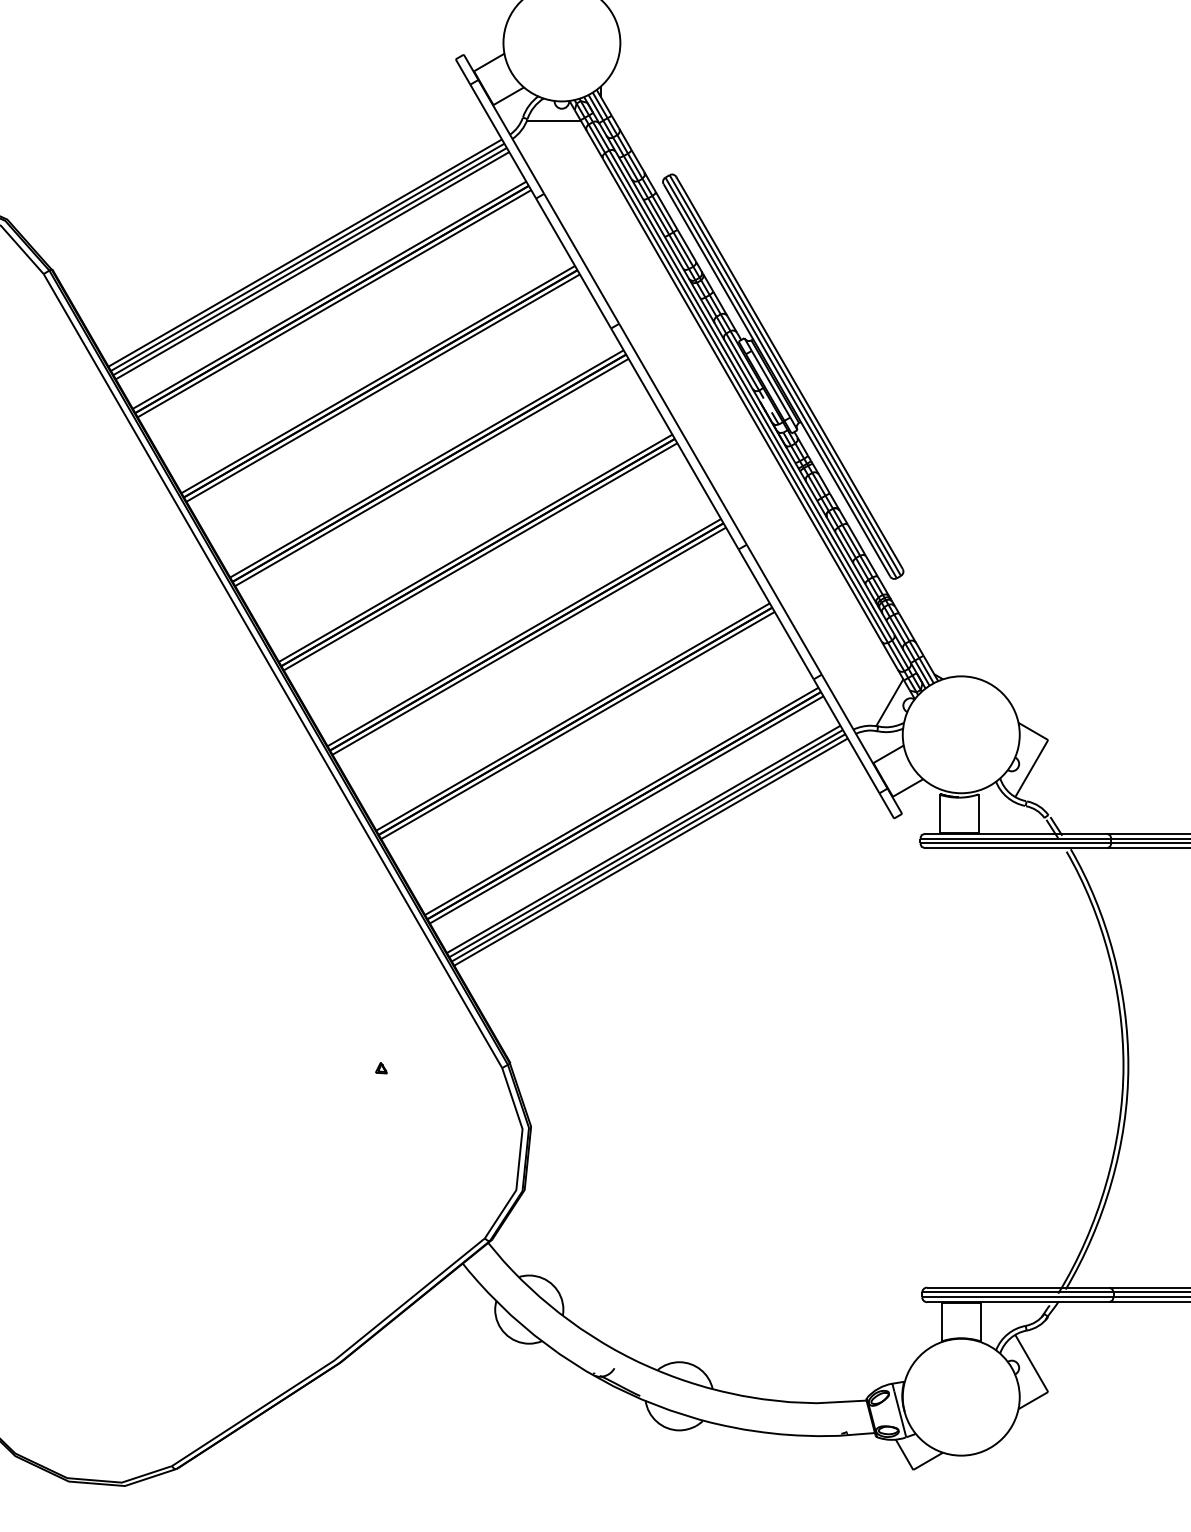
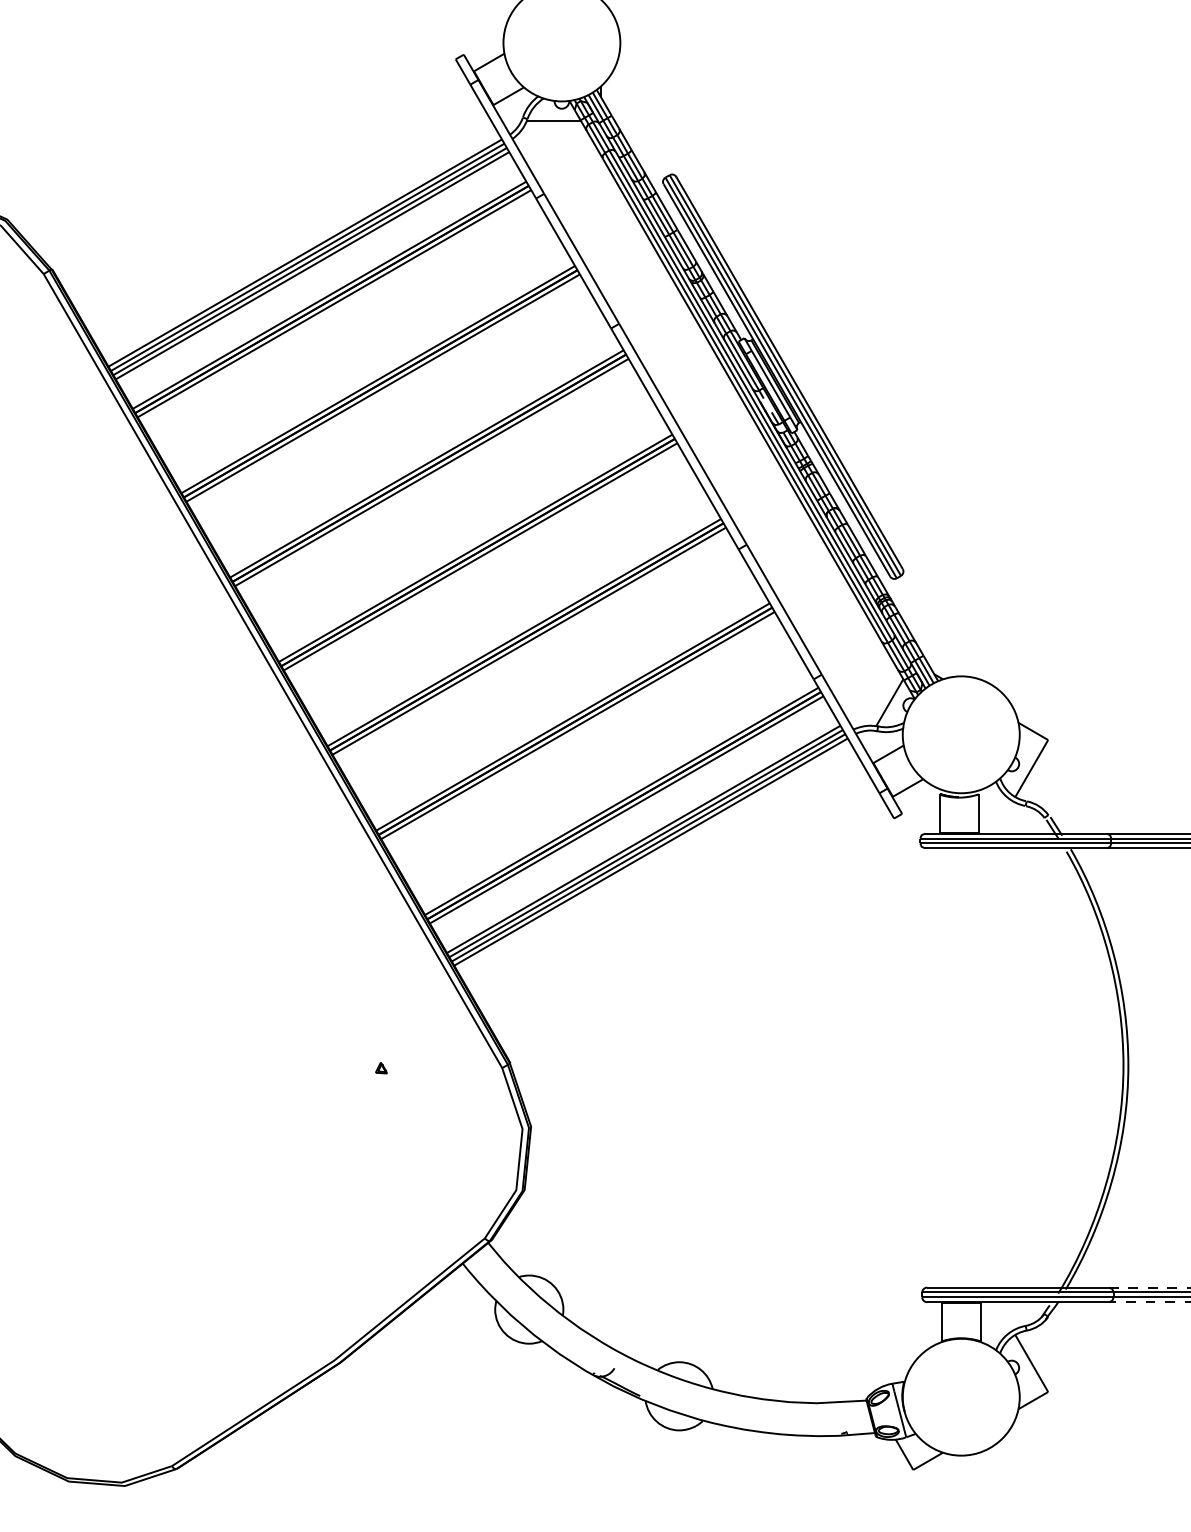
line at (1149, 1287): solid -> dashed
line at (1148, 1302): solid -> dashed
